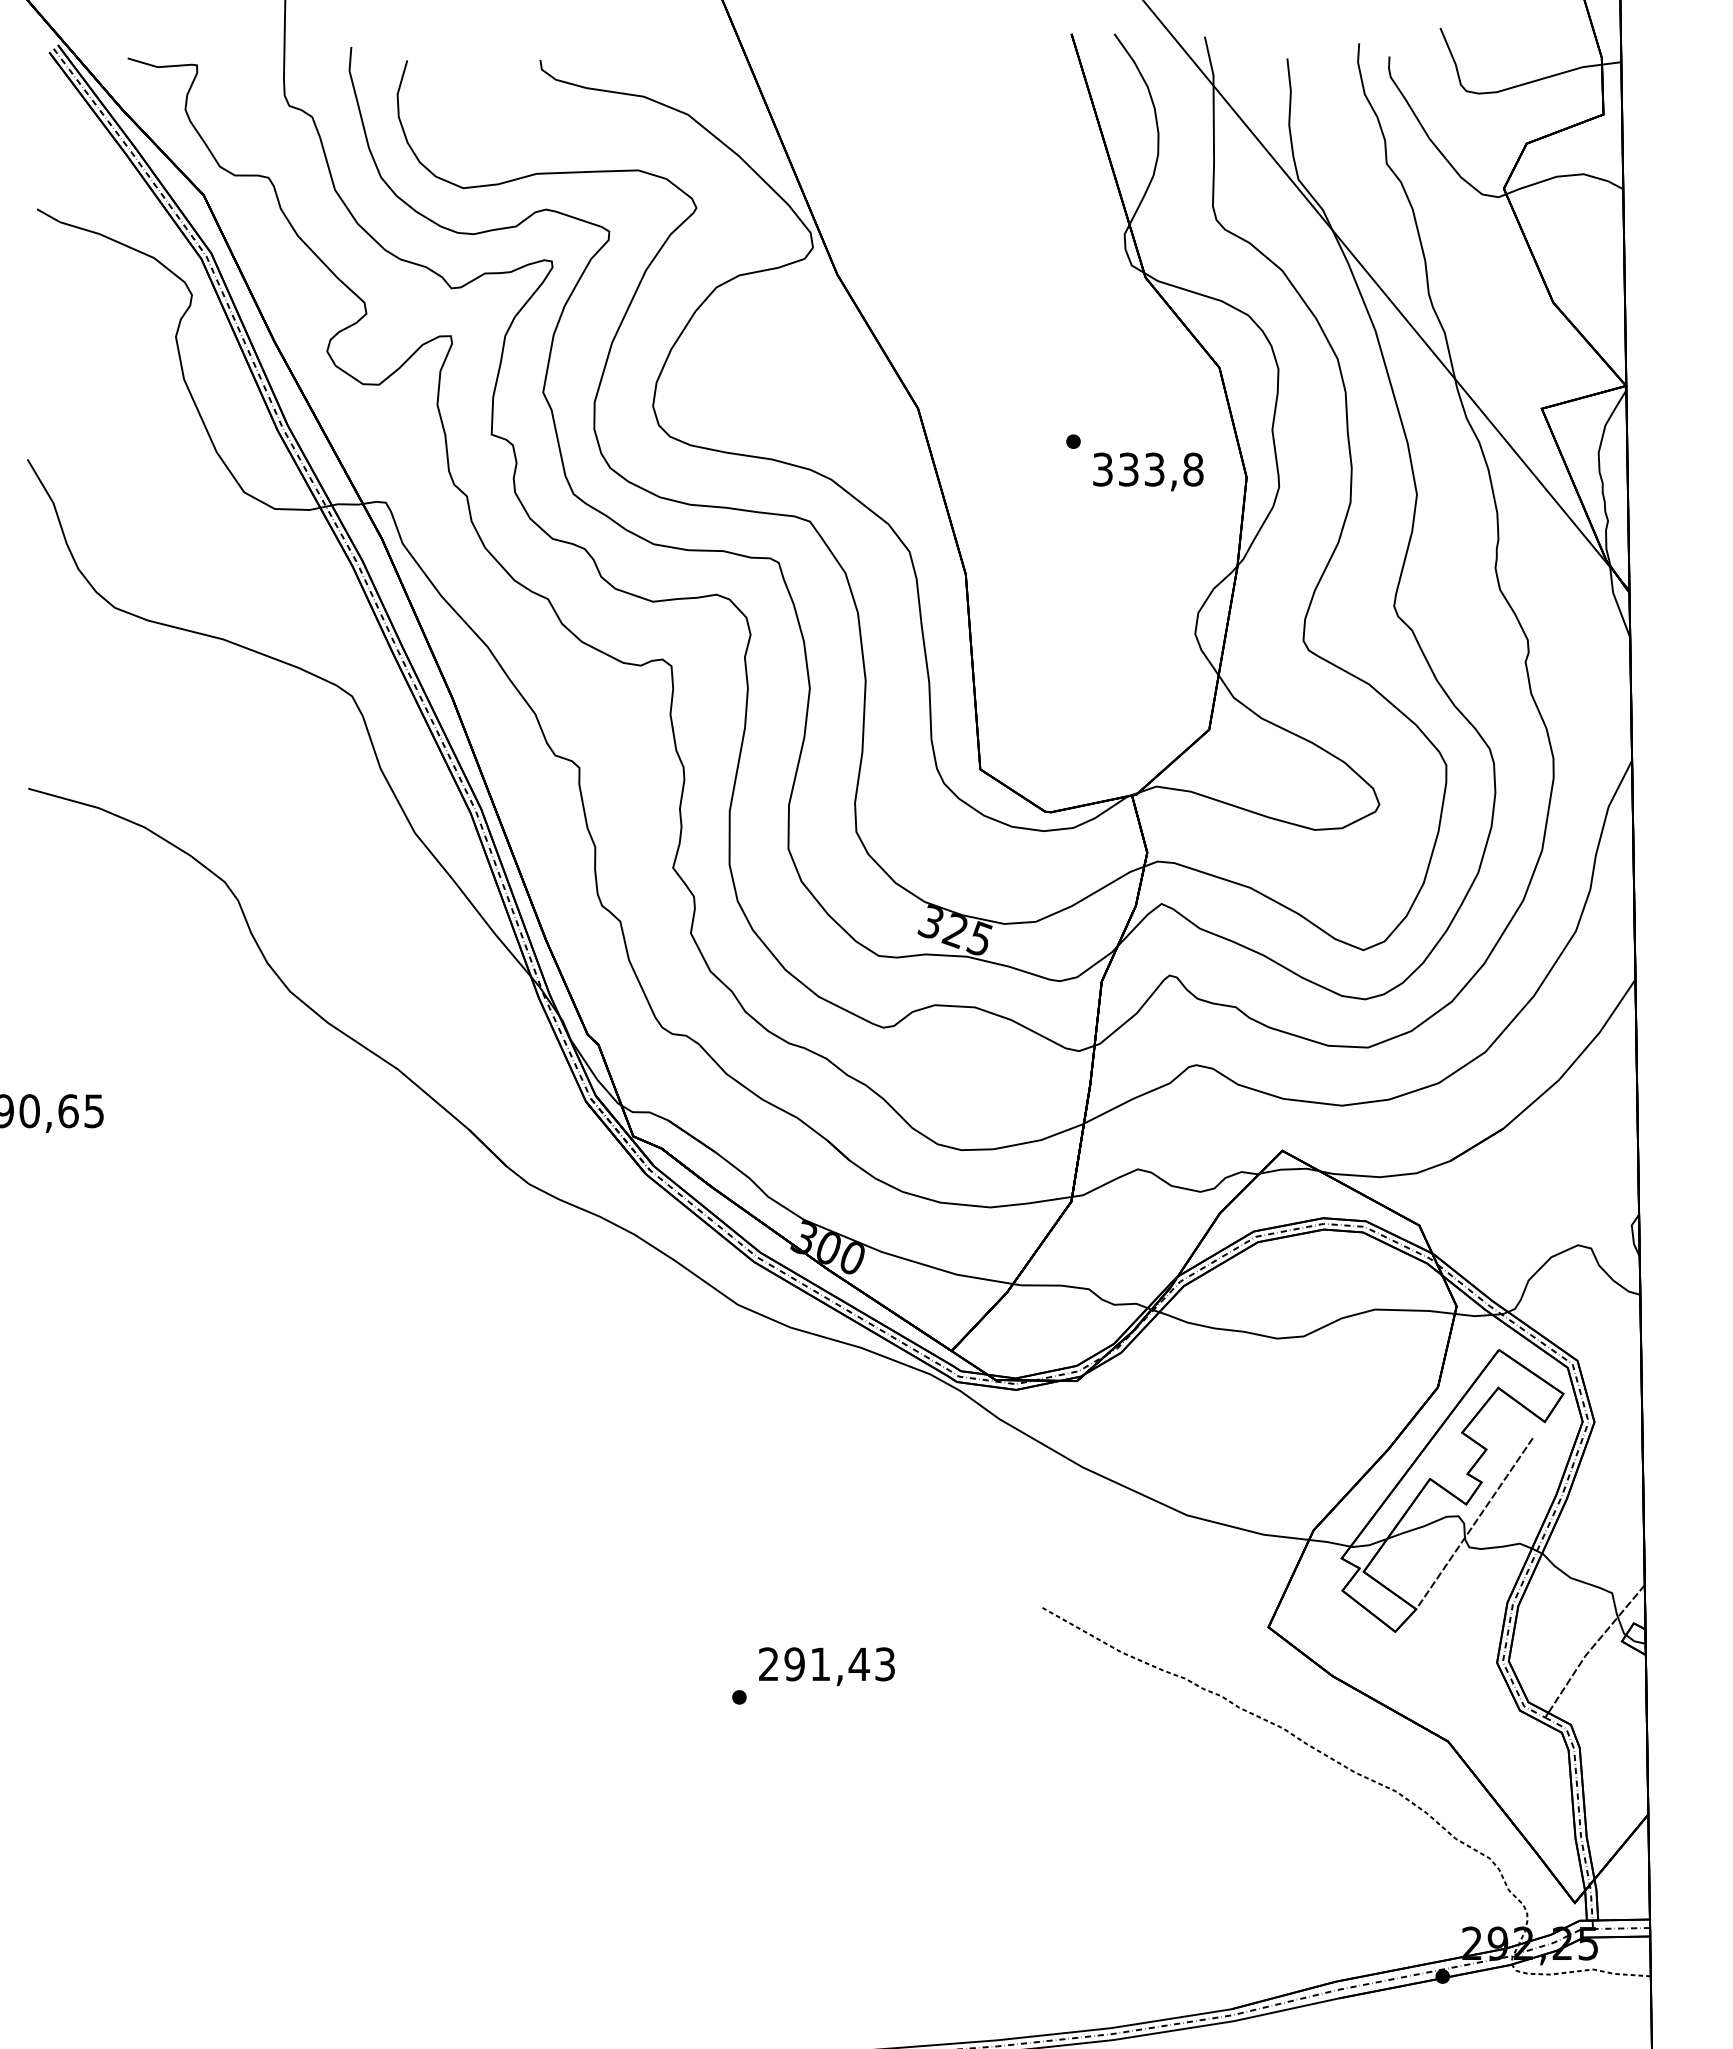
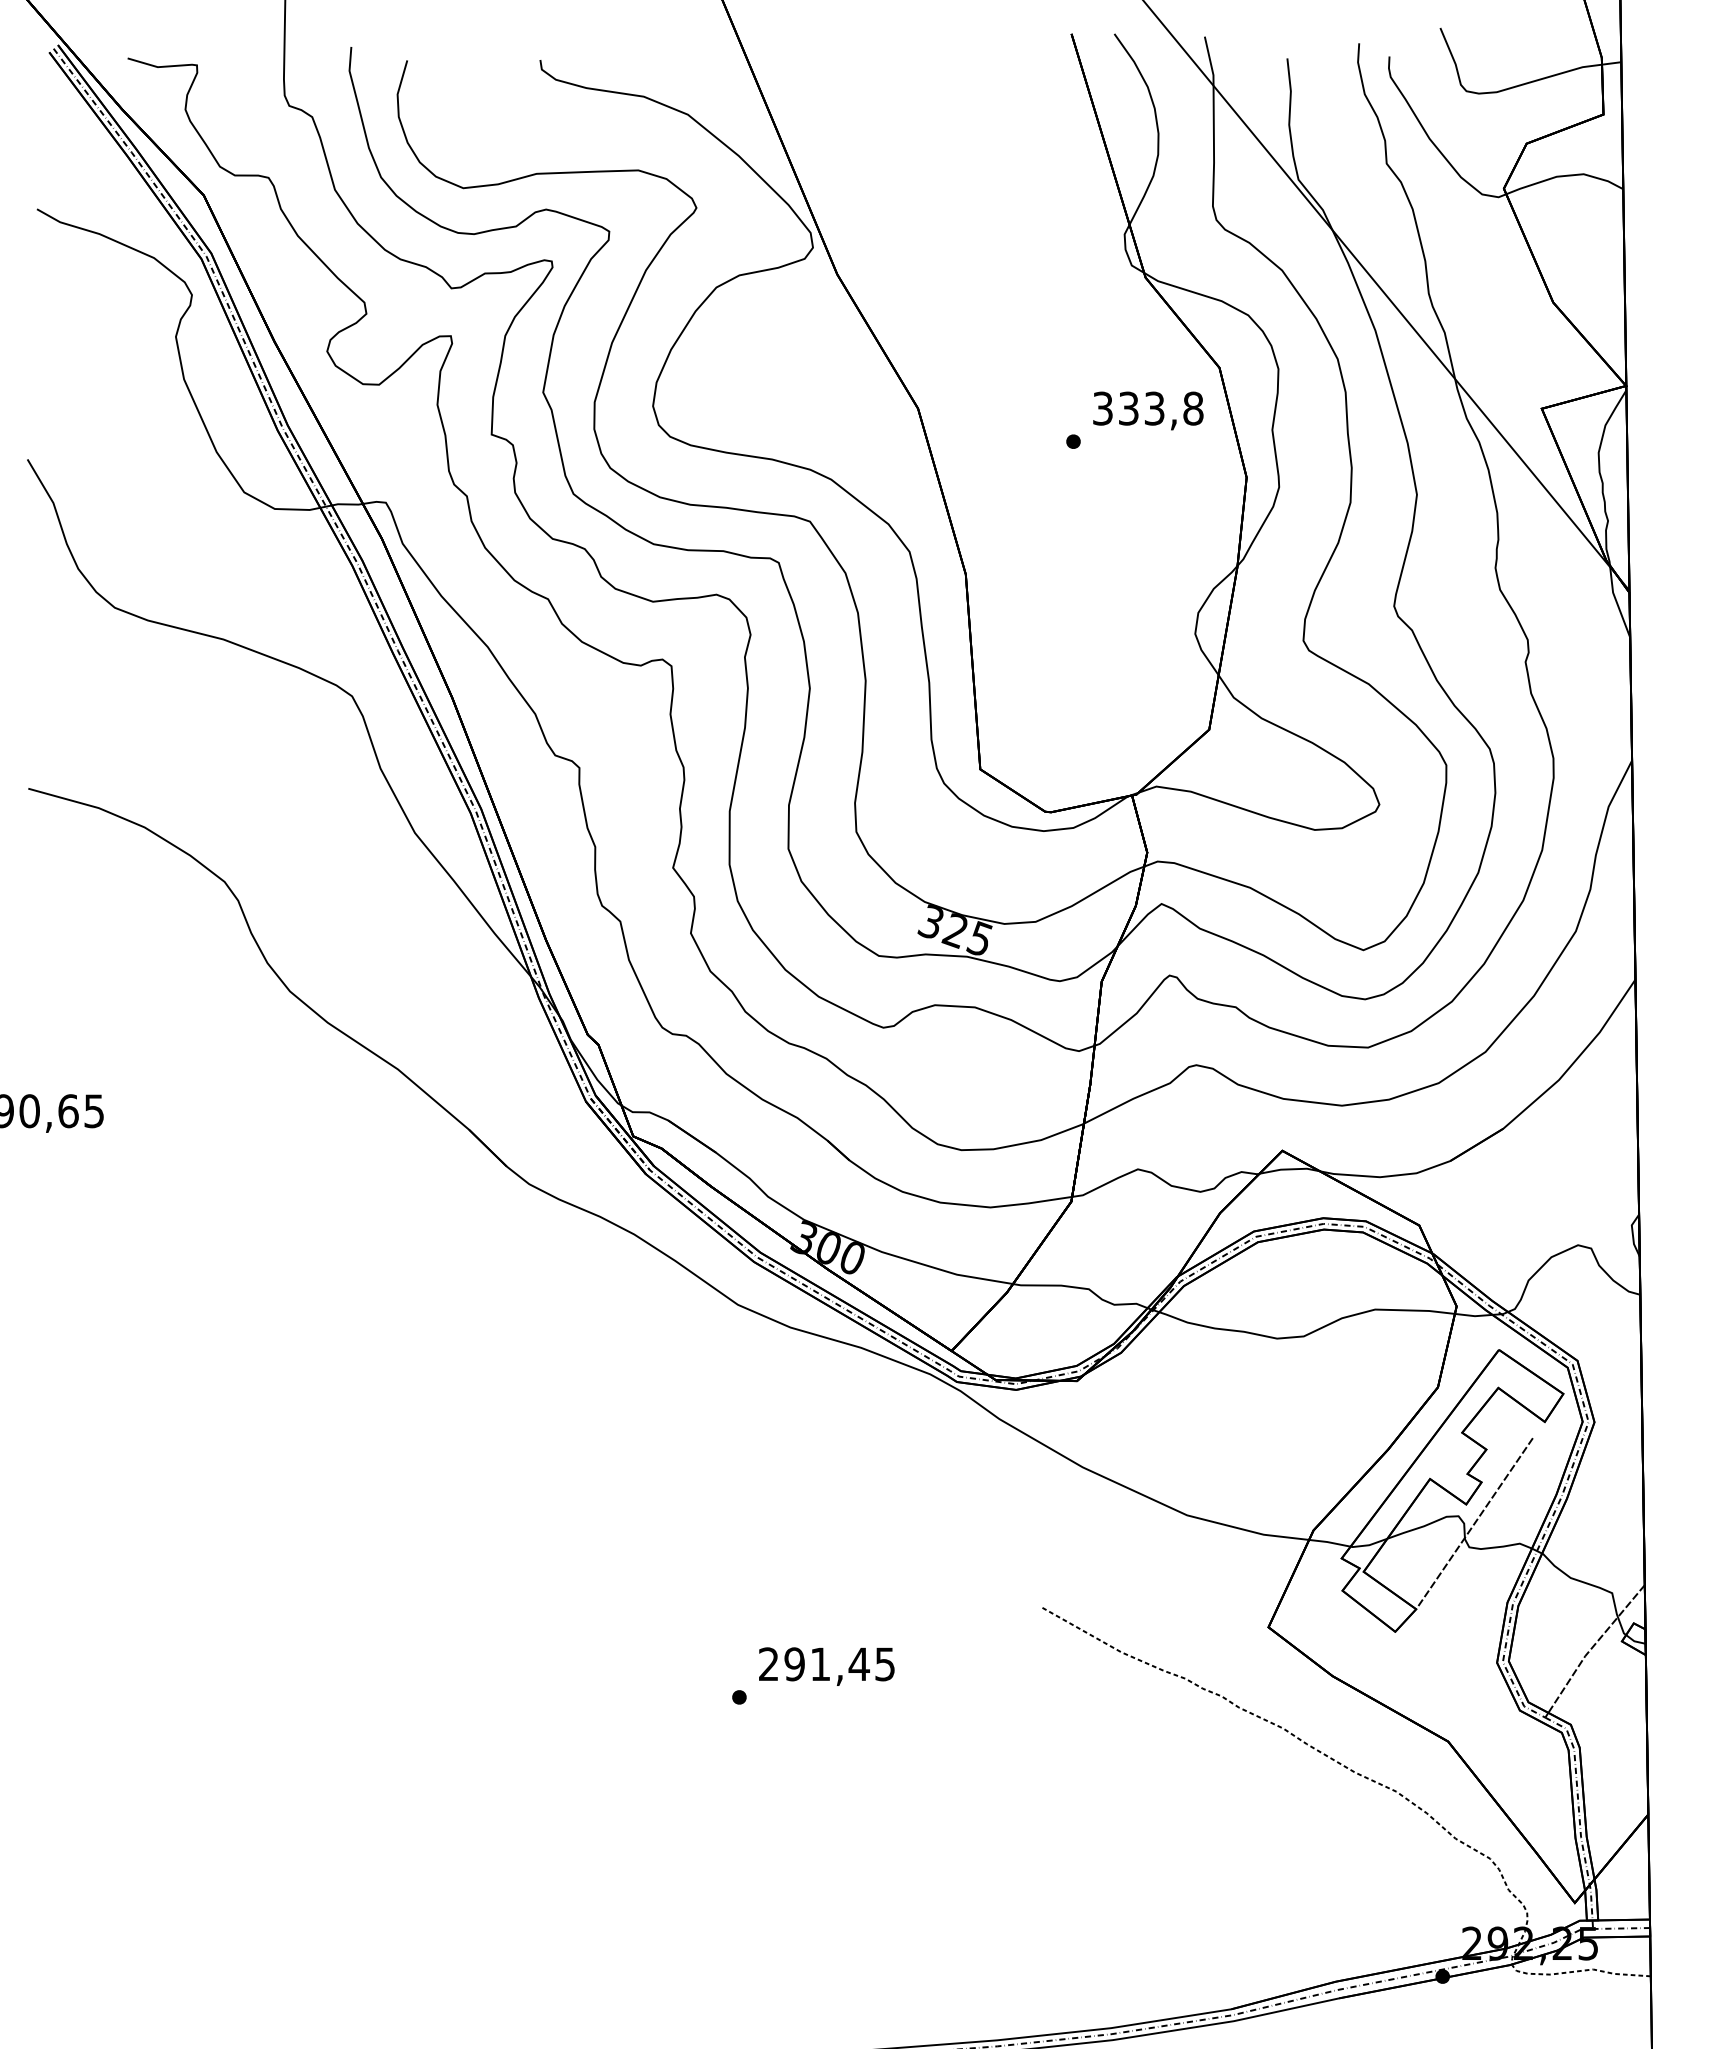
text at (1148, 471) position: (1148, 471) -> (1148, 410)
text at (885, 1663): 291,43 -> 291,45
